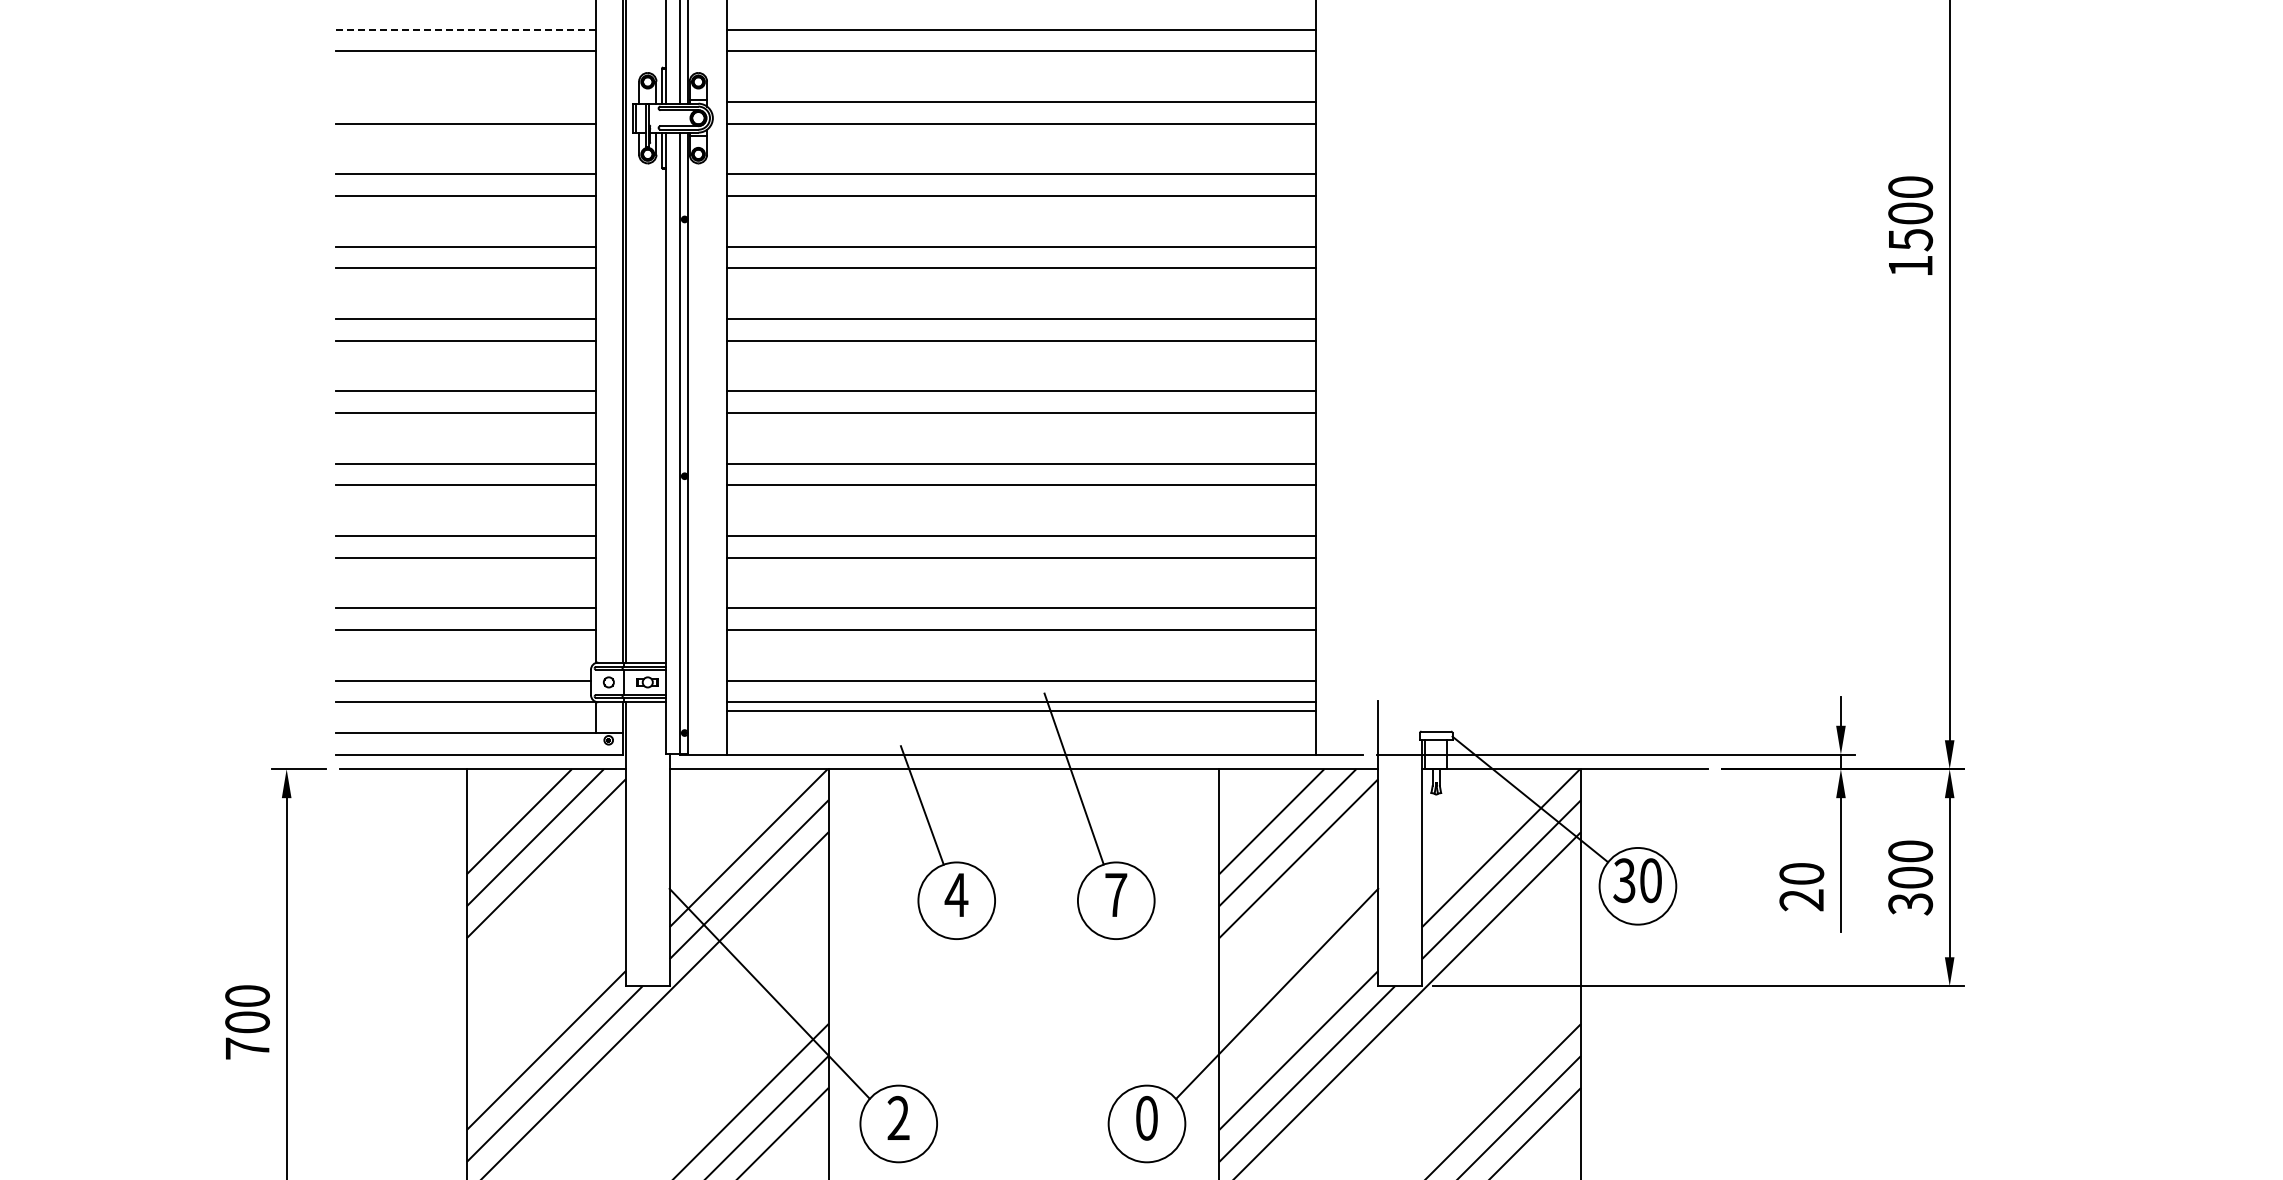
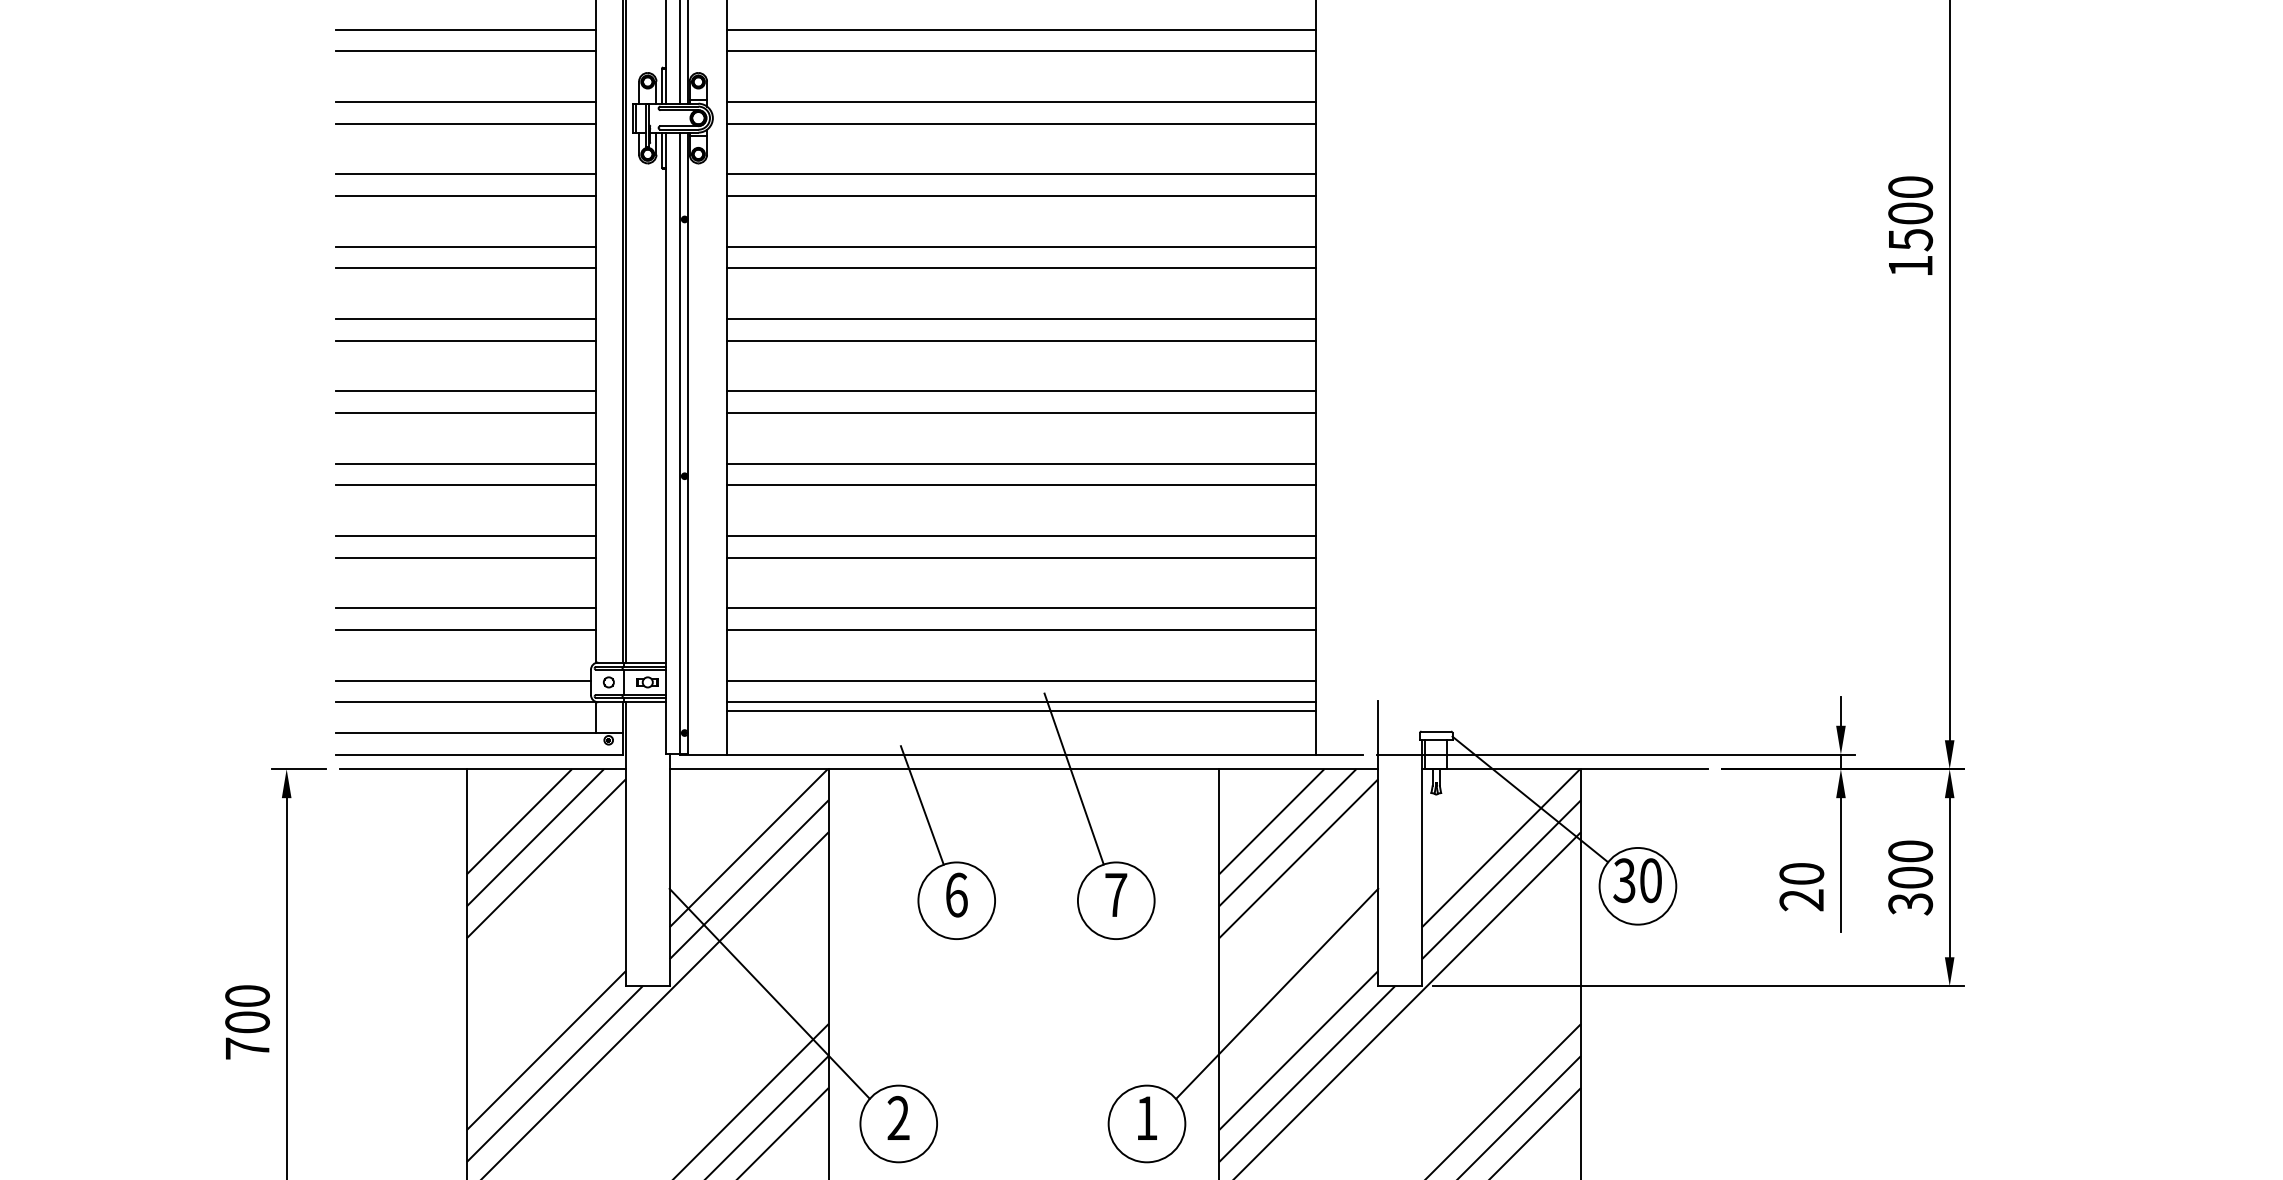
line at (466, 29): dashed -> solid
line at (466, 101): none -> present
text at (956, 894): 4 -> 6
text at (1146, 1118): 0 -> 1
